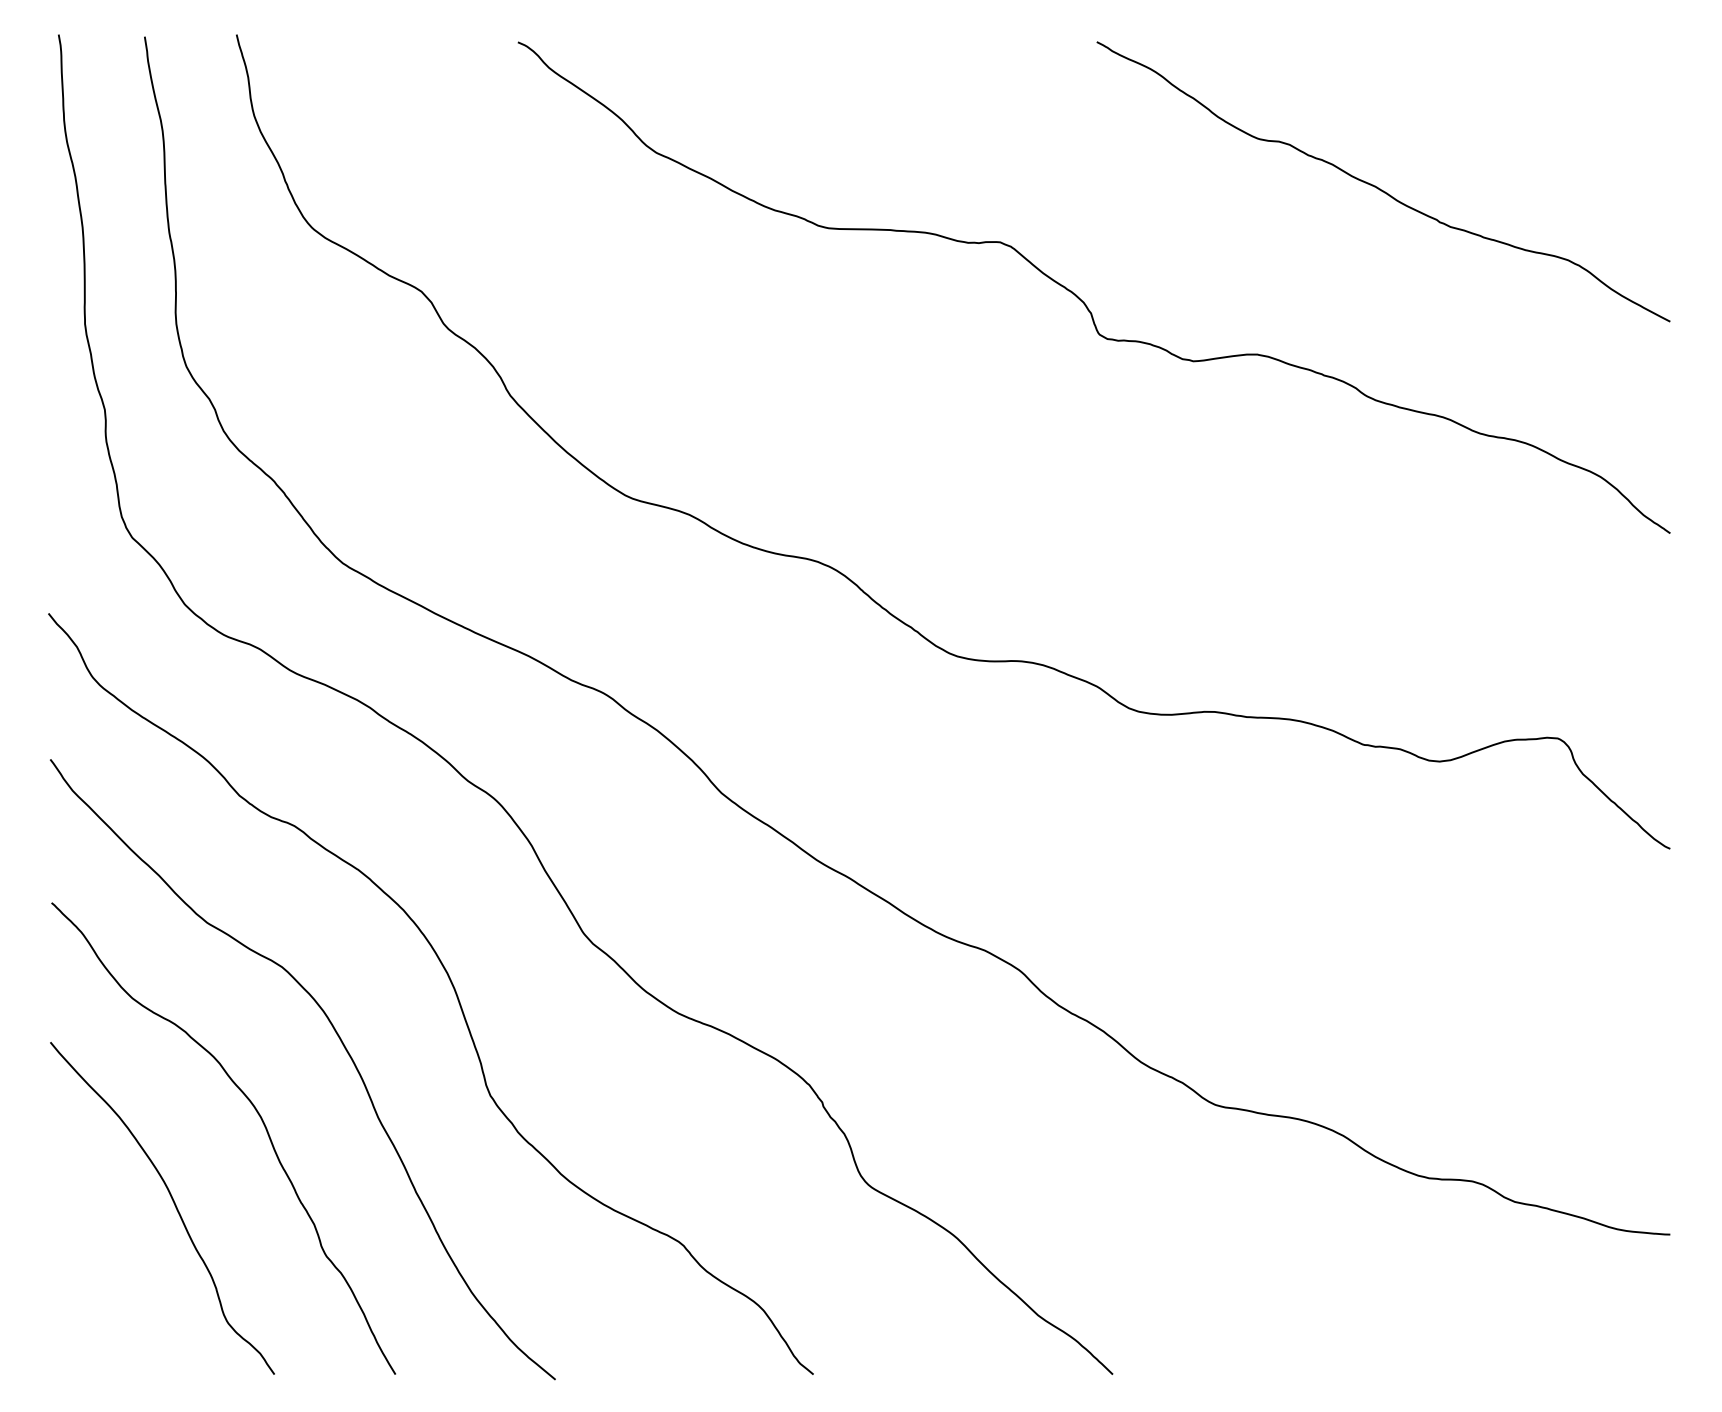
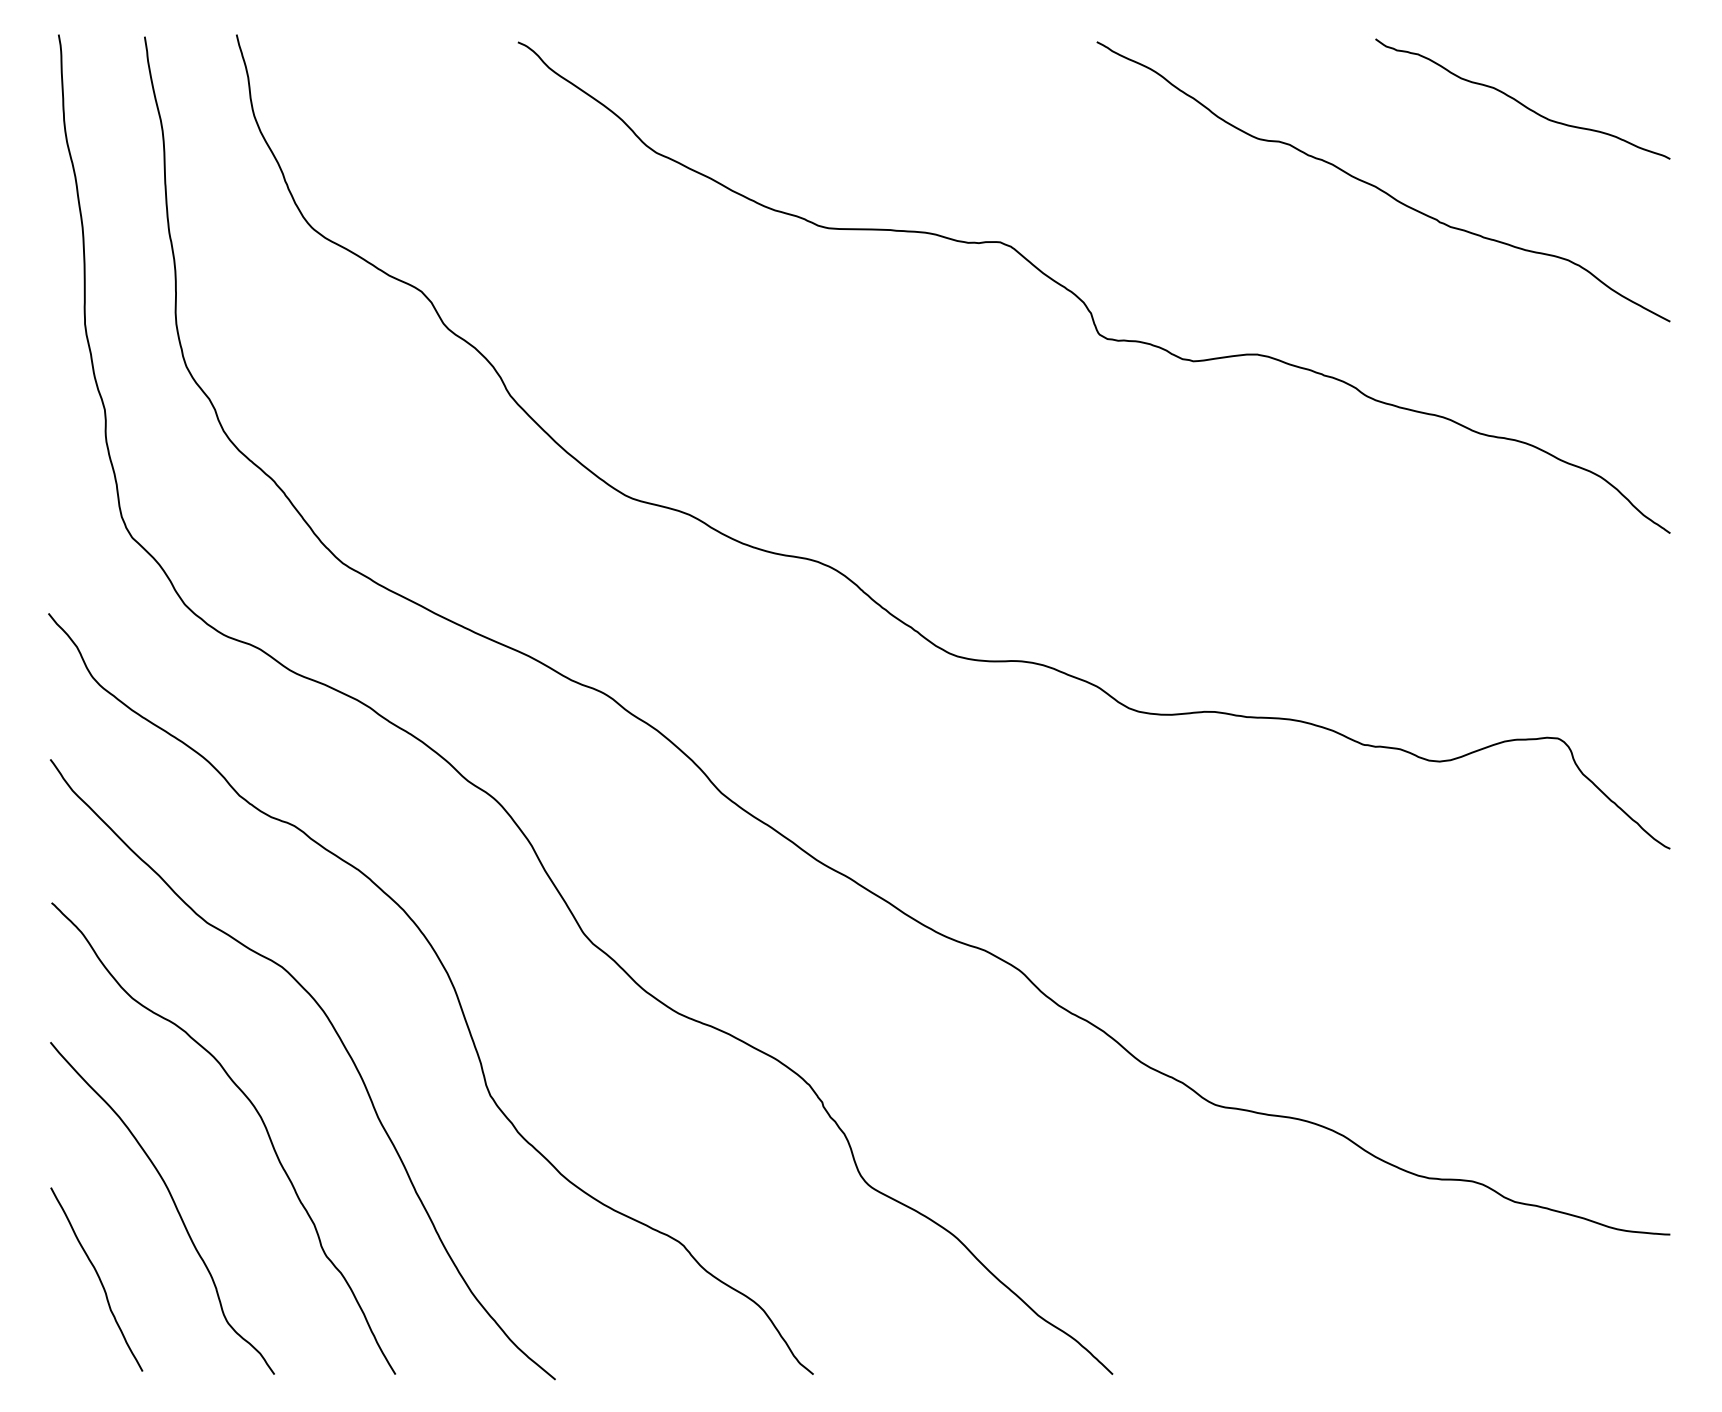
curve at (1521, 102): none -> present
curve at (98, 1278): none -> present
